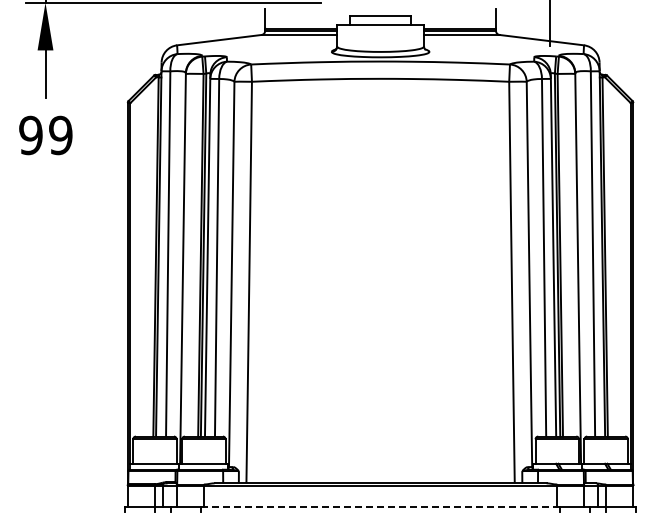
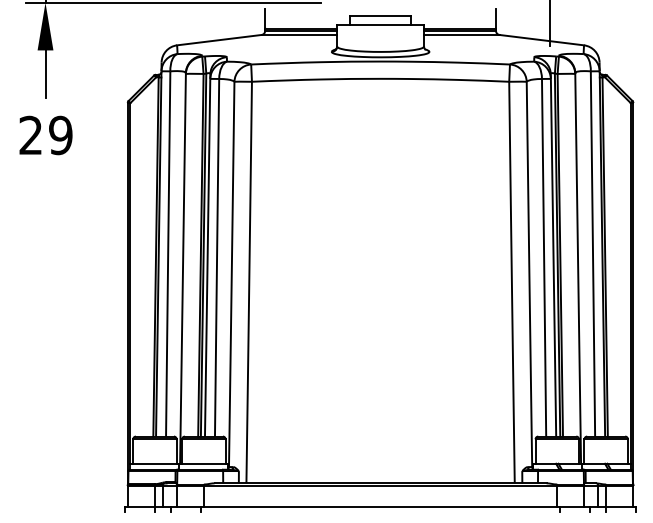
text at (30, 135): 99 -> 29
line at (380, 507): dashed -> solid
